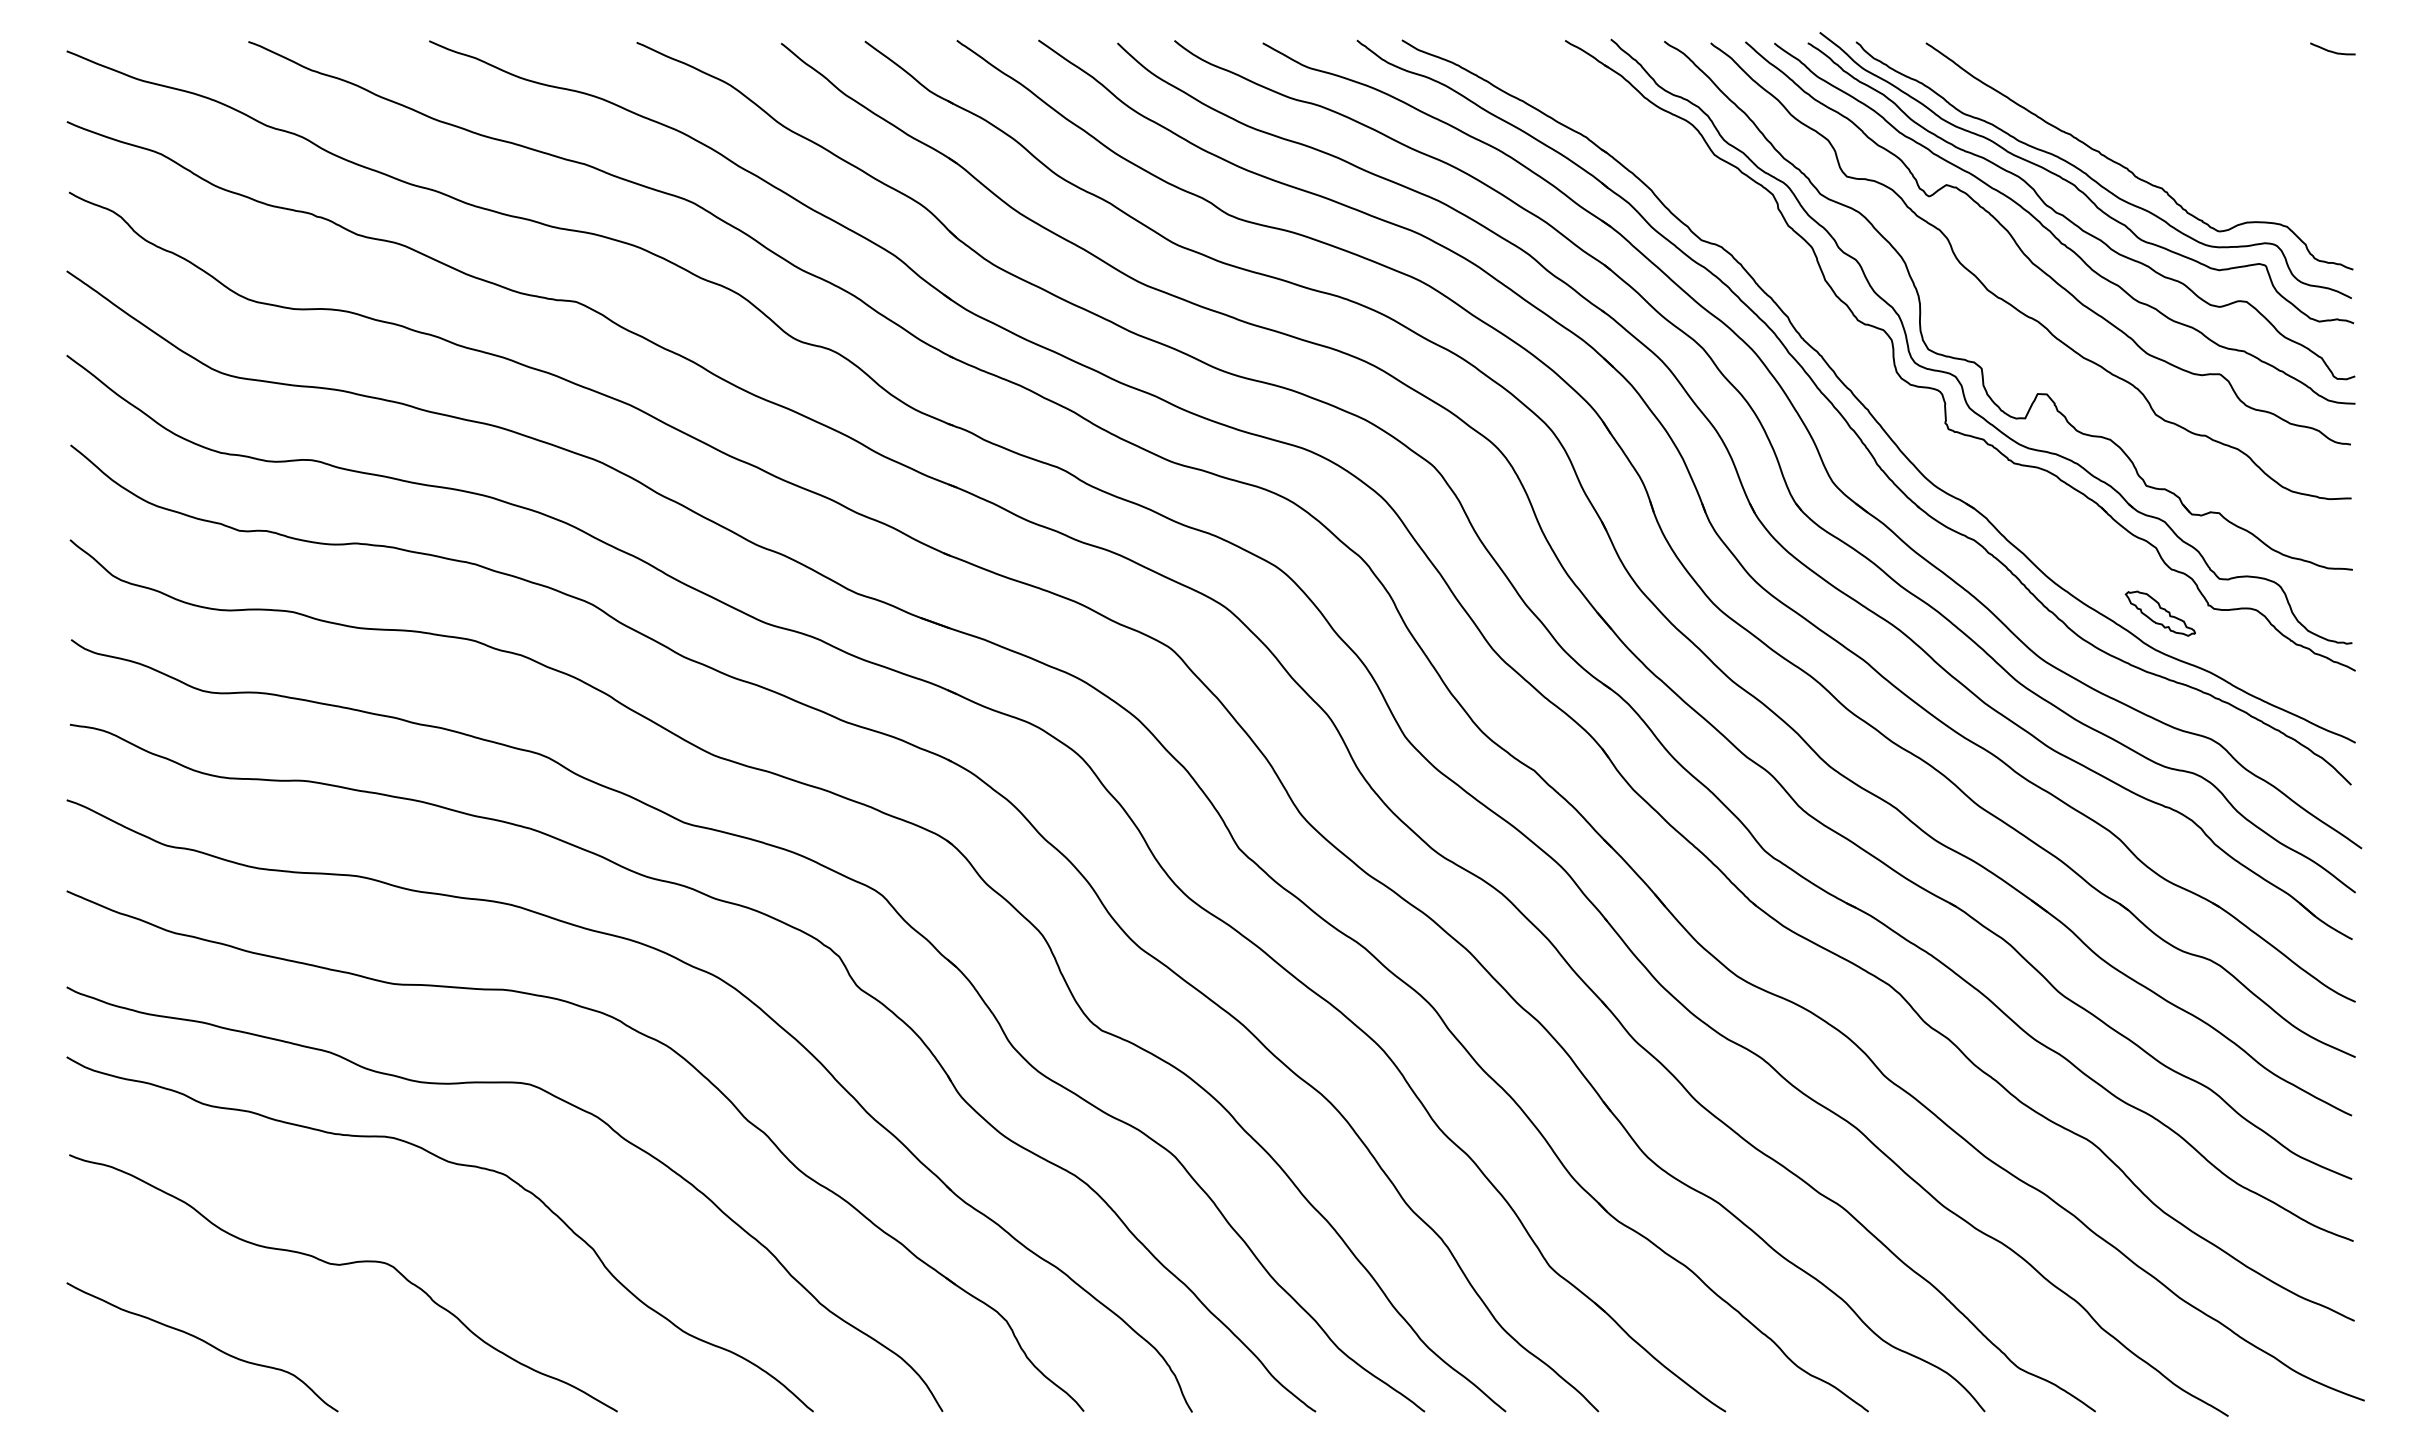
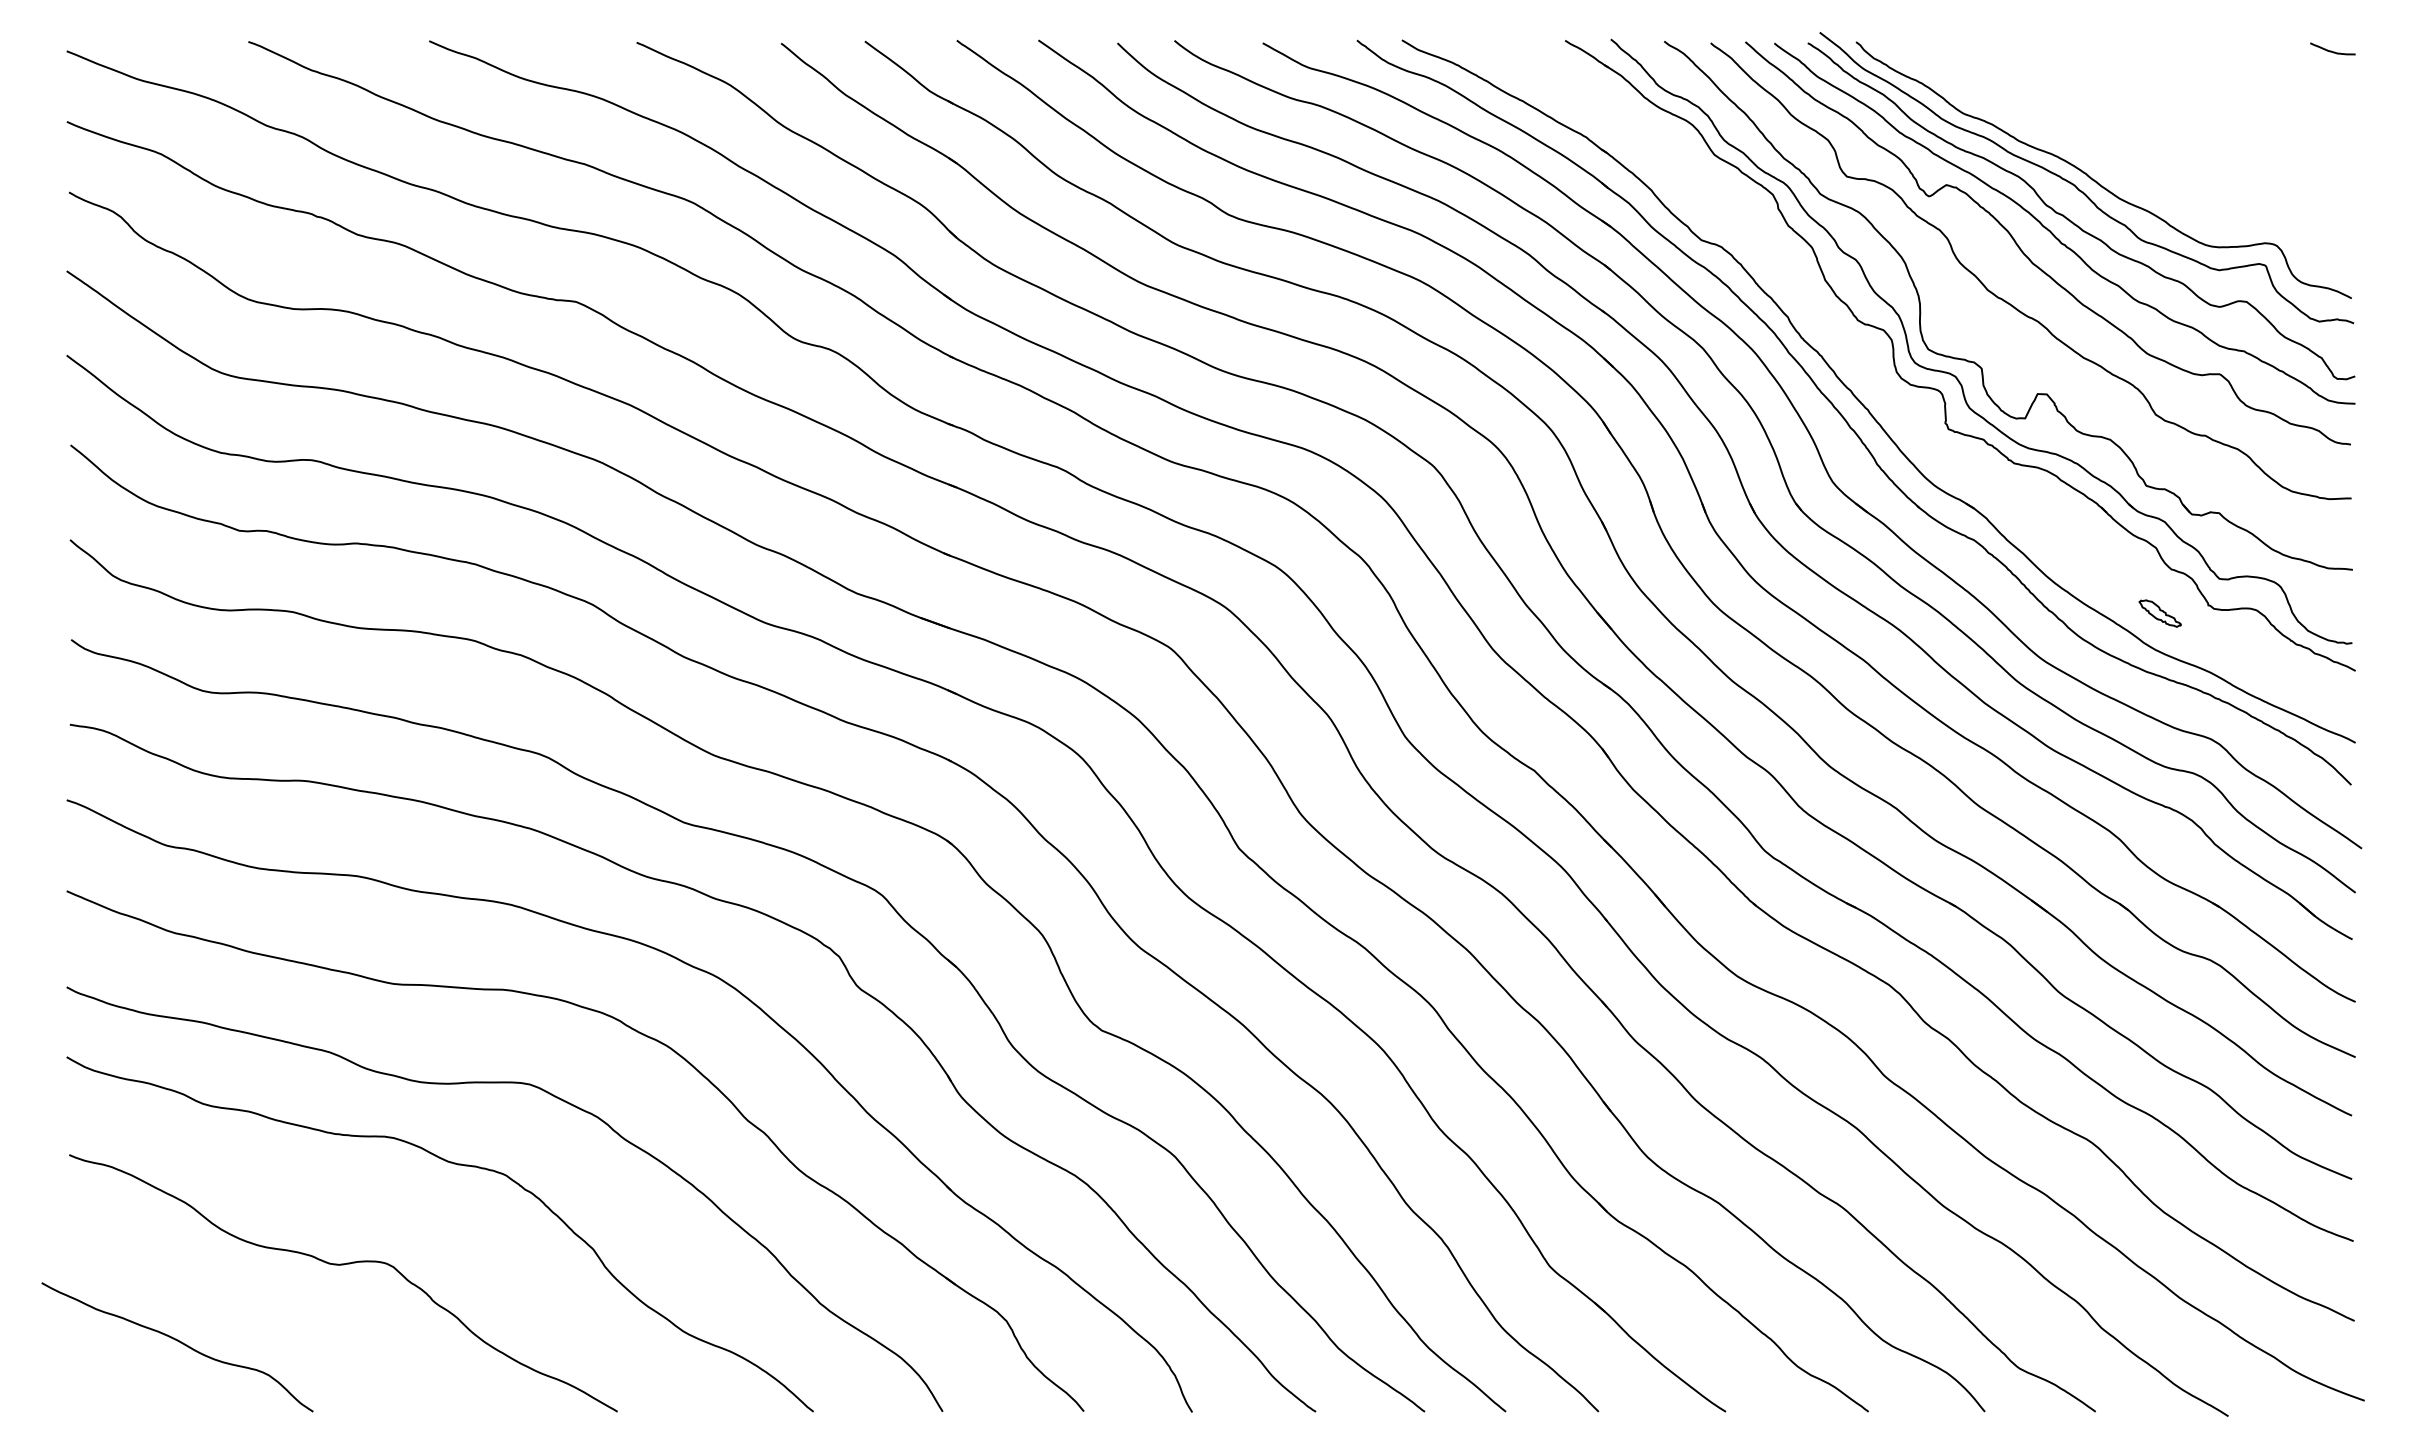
curve at (2127, 167): present -> none
part at (2159, 613) size: 72x47 px -> 44x29 px
curve at (205, 1343) position: (205, 1343) -> (180, 1343)
